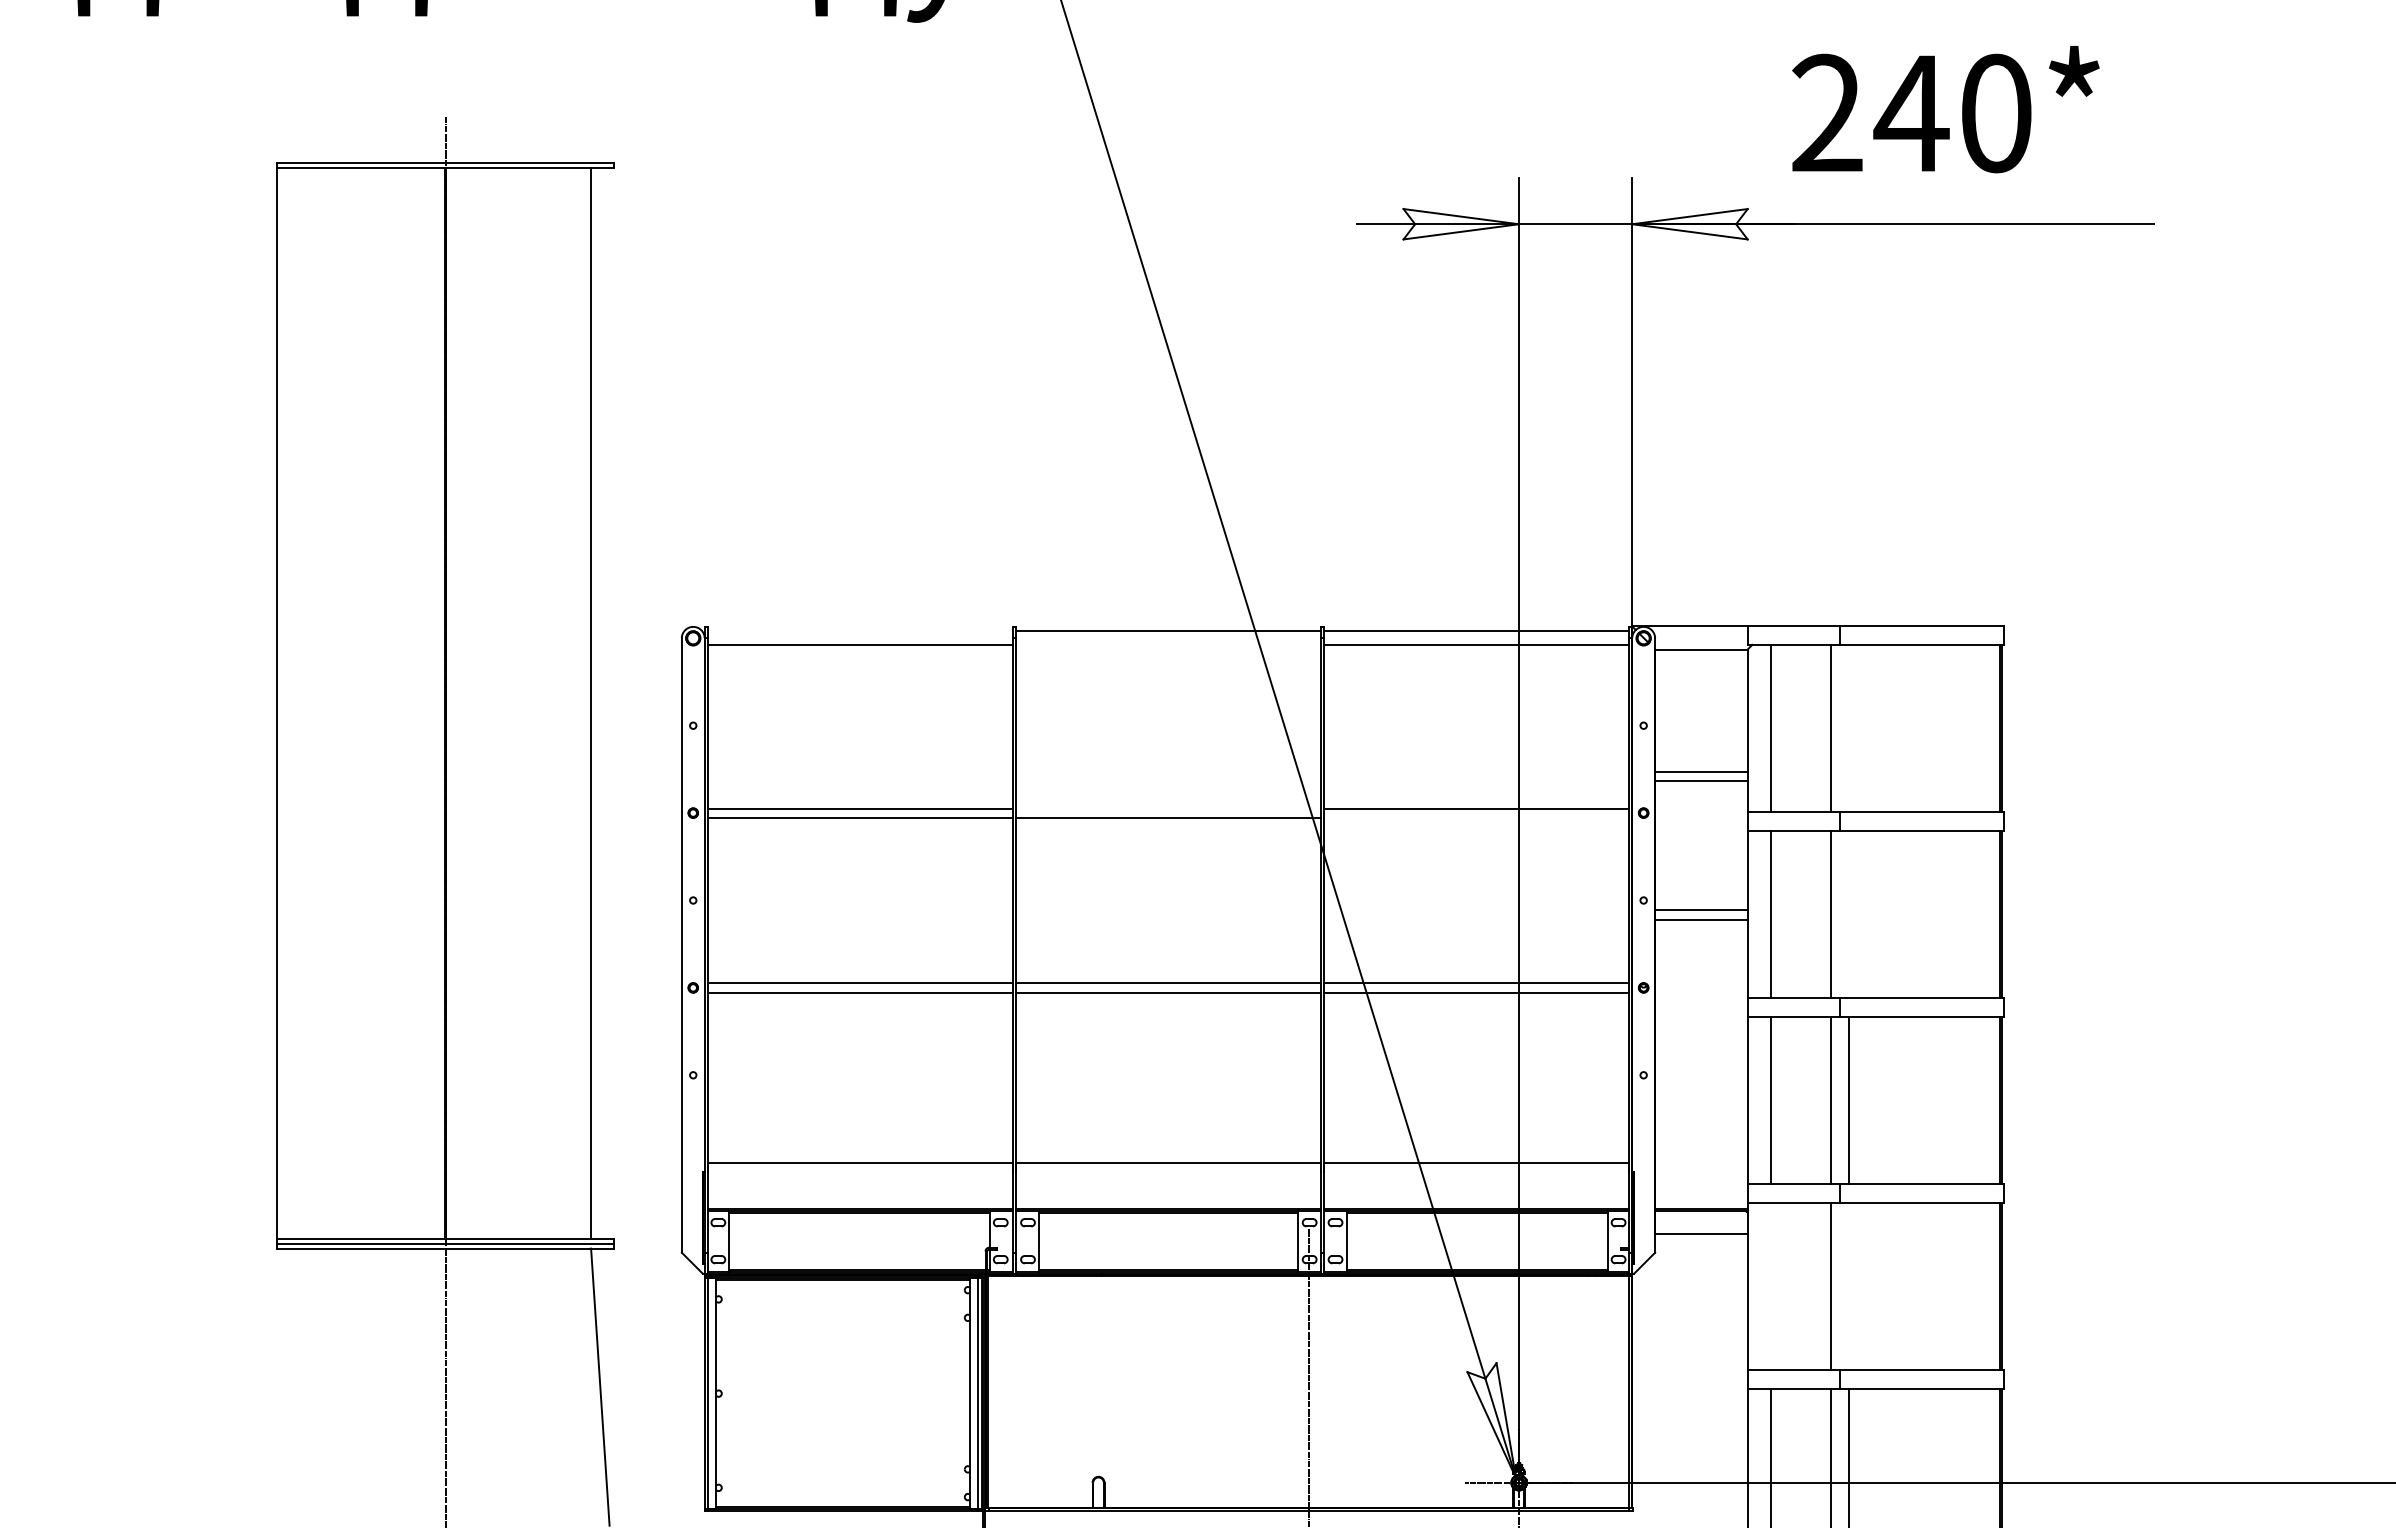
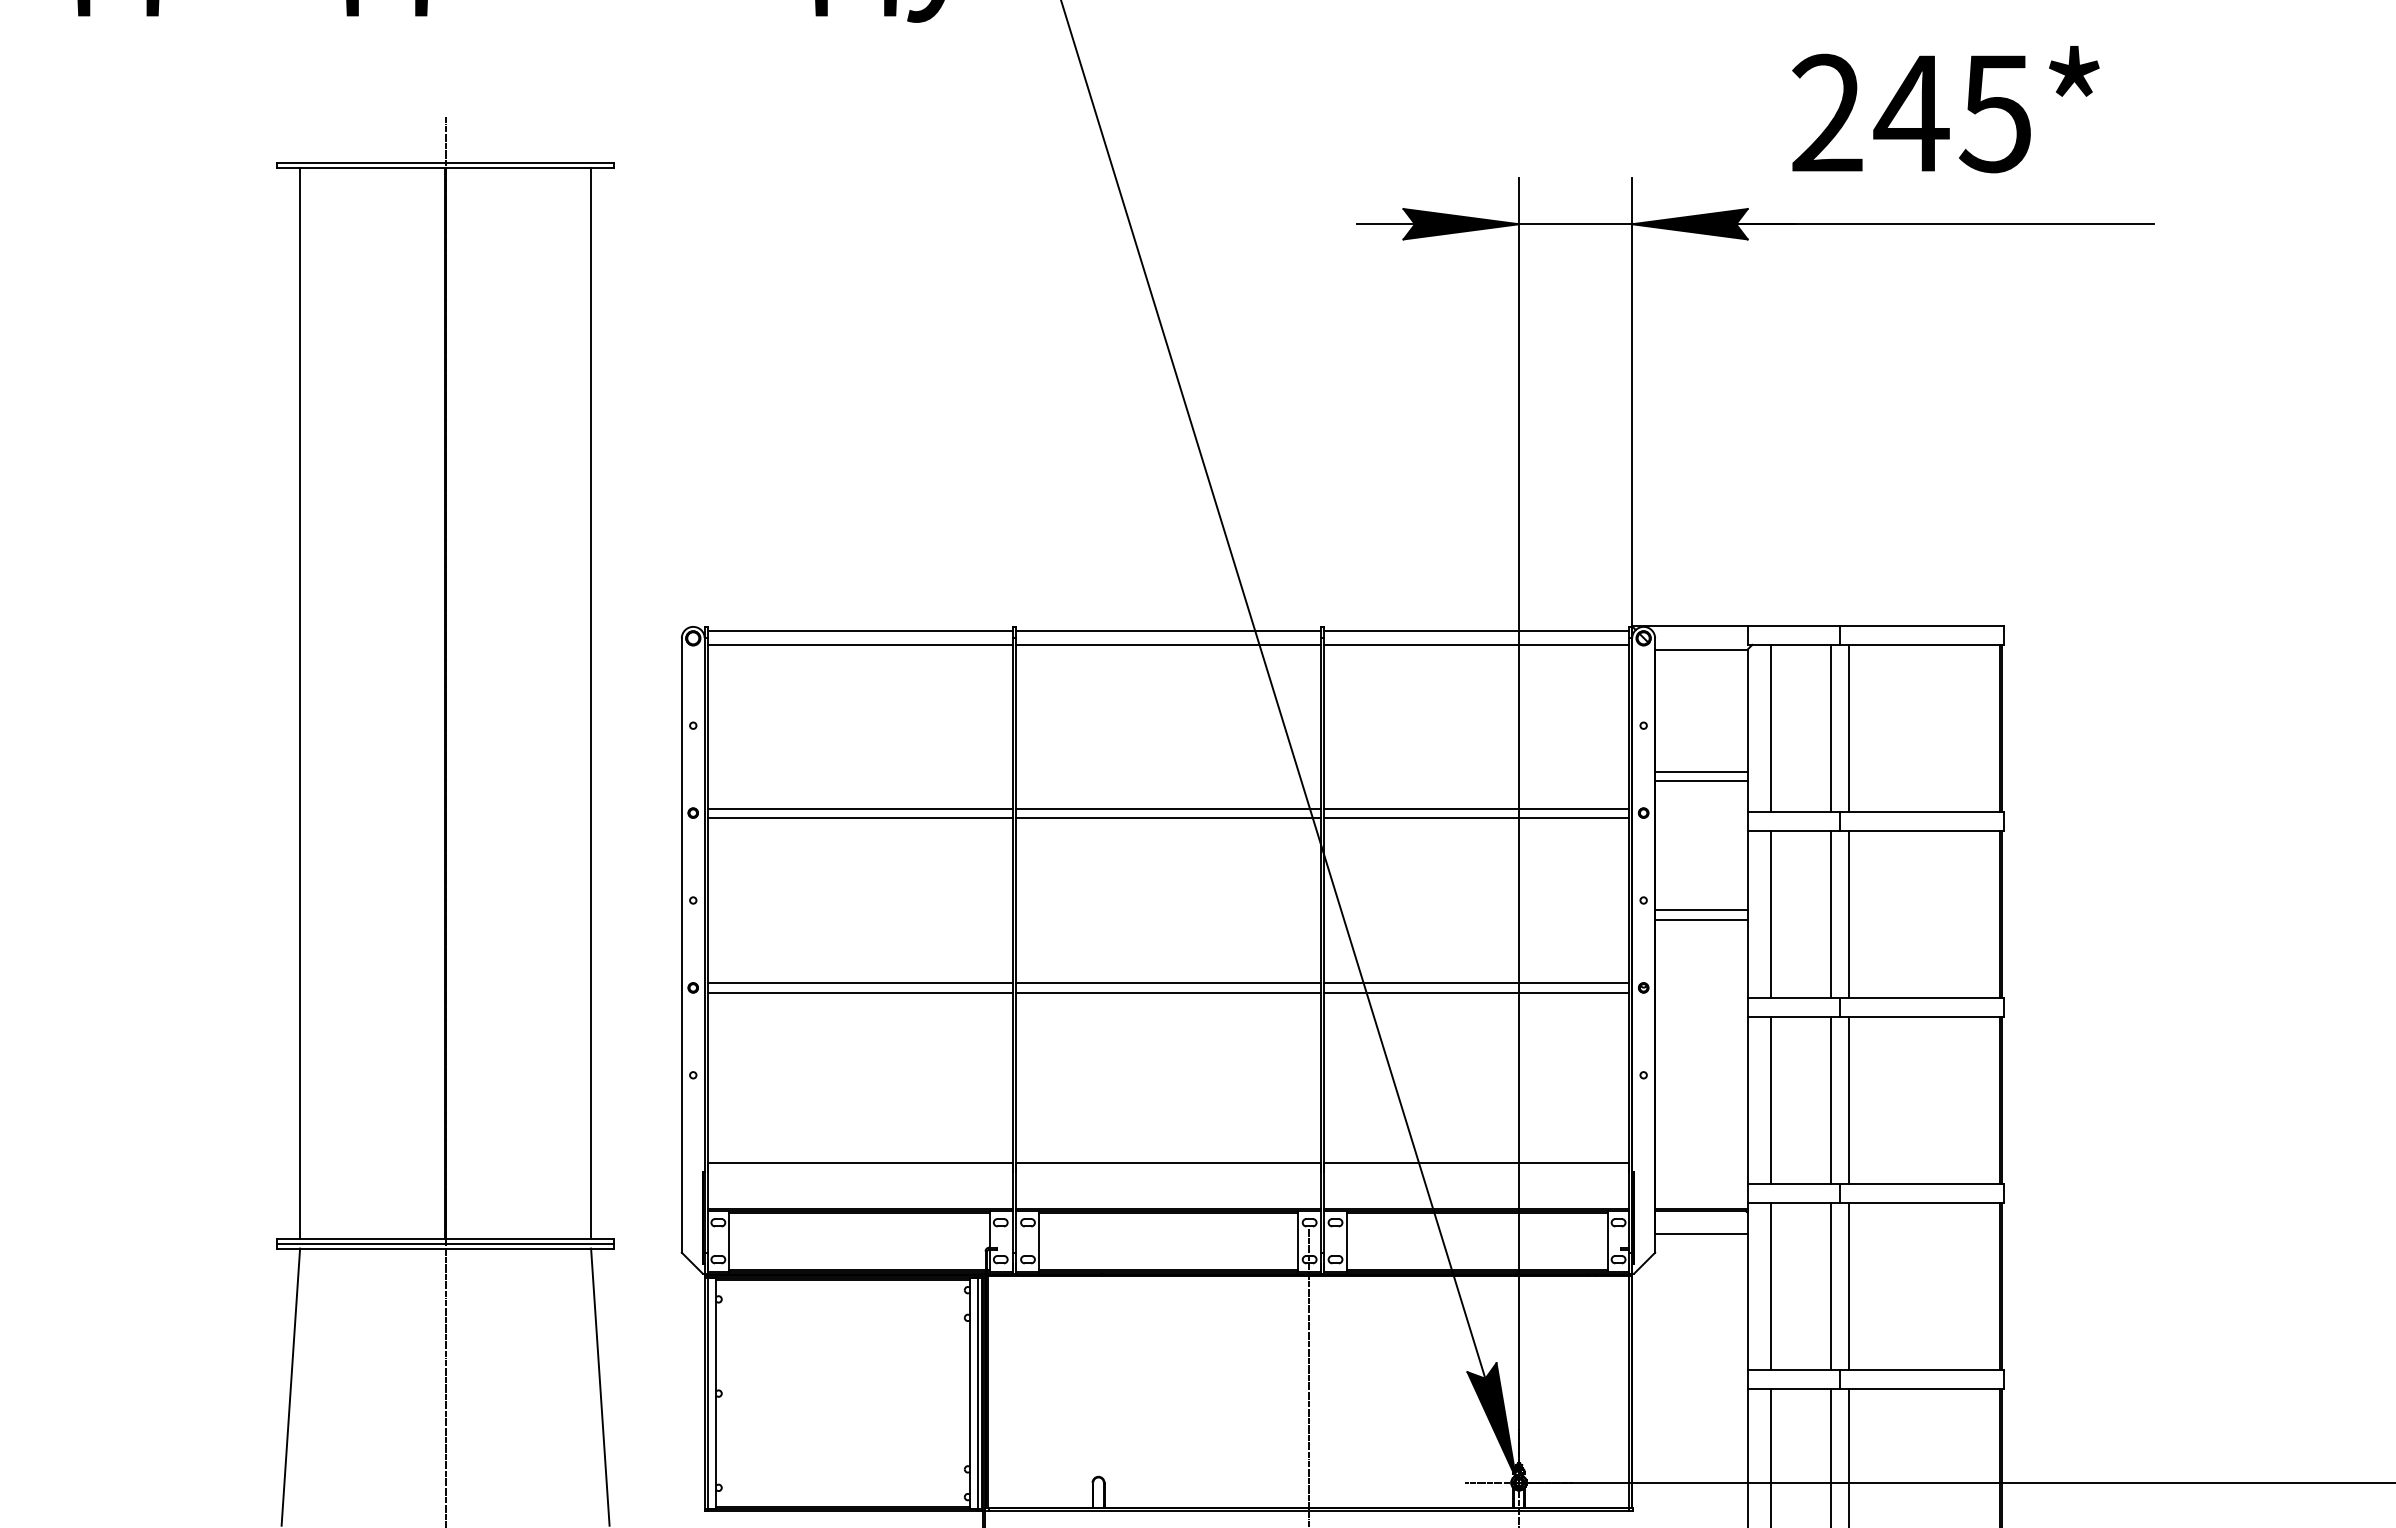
text at (1995, 113): 240* -> 245*
fill at (1461, 224): none -> present
fill at (1689, 224): none -> present
line at (859, 631): none -> present
line at (1168, 645): none -> present
line at (277, 703) position: (277, 703) -> (300, 703)
line at (1849, 728): none -> present
line at (1168, 808): none -> present
line at (1476, 817): none -> present
line at (1849, 914): none -> present
line at (1770, 1286): none -> present
line at (1849, 1286): none -> present
line at (290, 1386): none -> present
fill at (1491, 1420): none -> present
